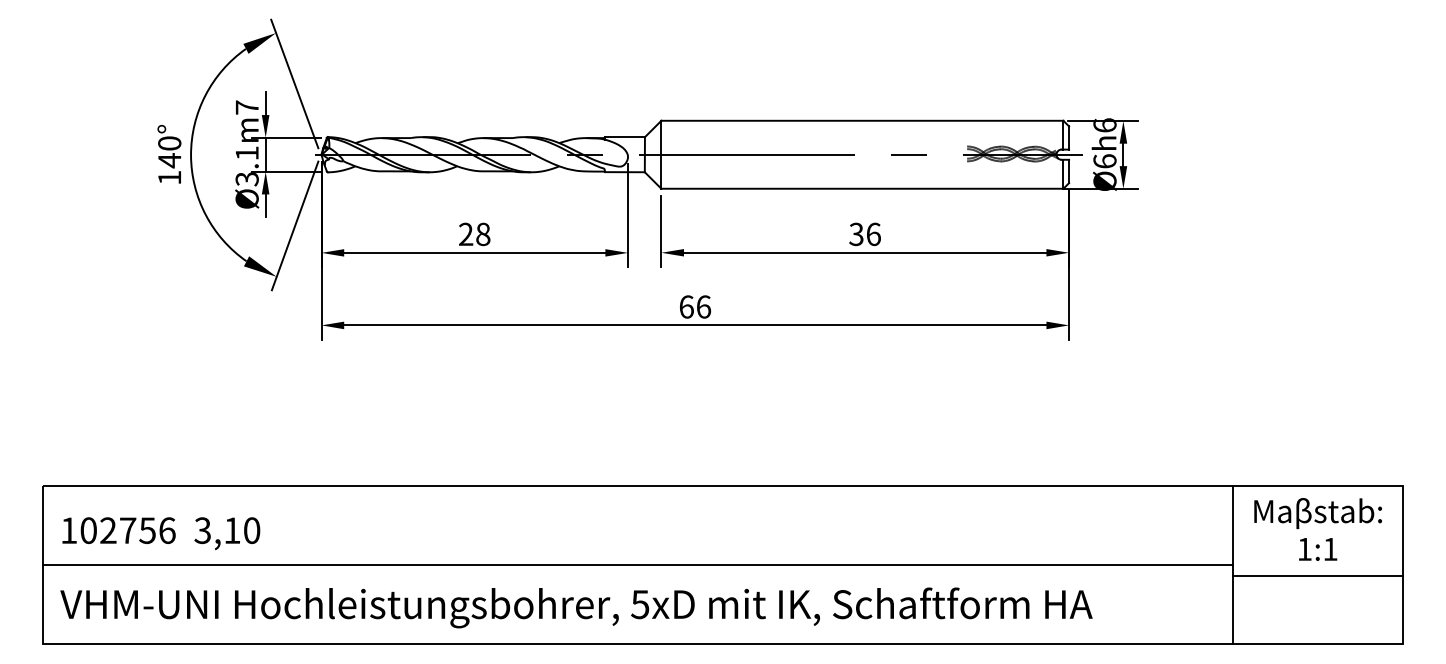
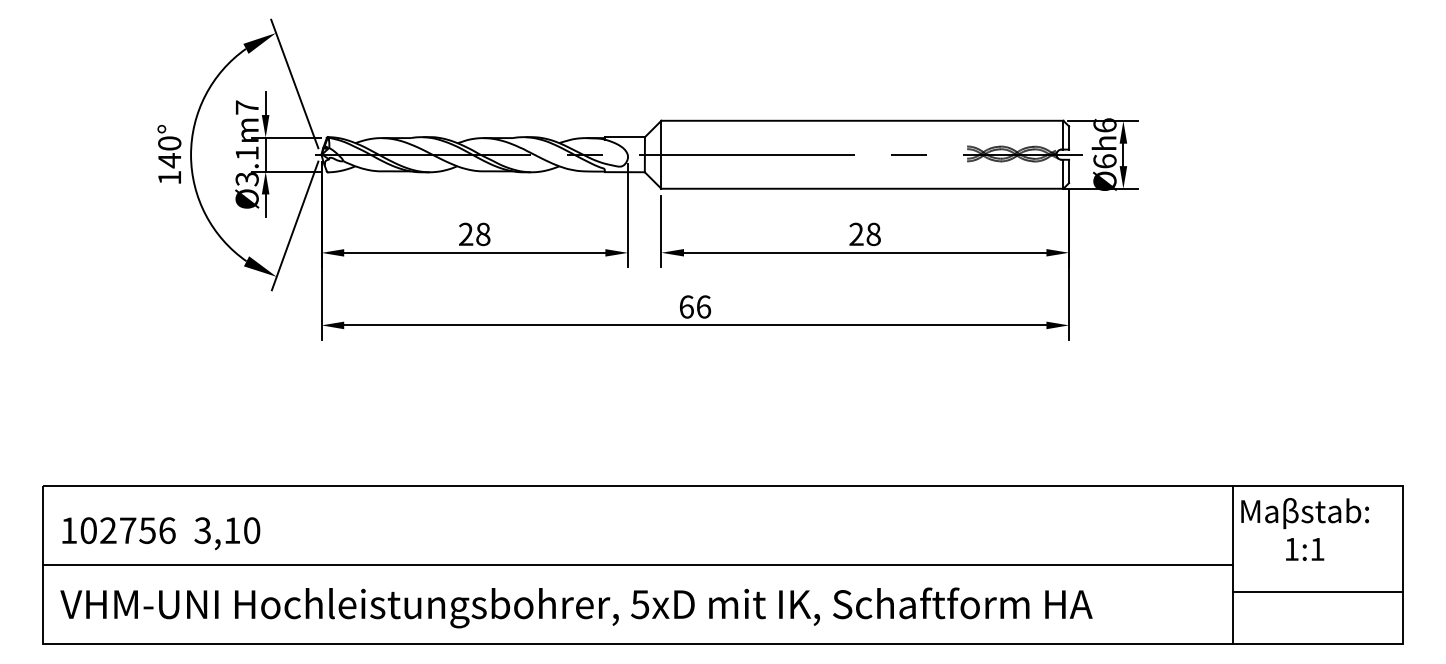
text at (864, 234): 36 -> 28
text at (1317, 529) position: (1317, 529) -> (1304, 529)
line at (1317, 576) position: (1317, 576) -> (1317, 592)
